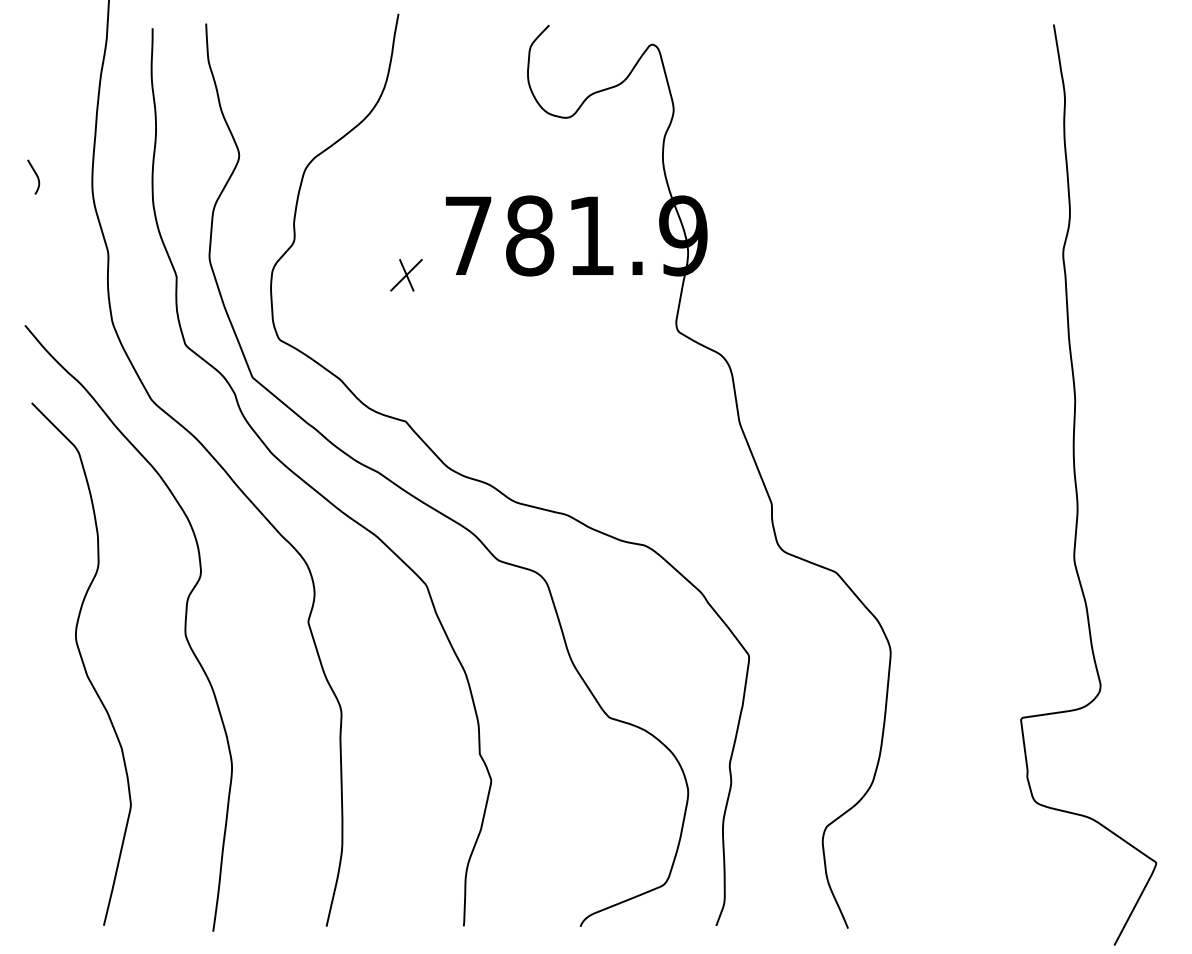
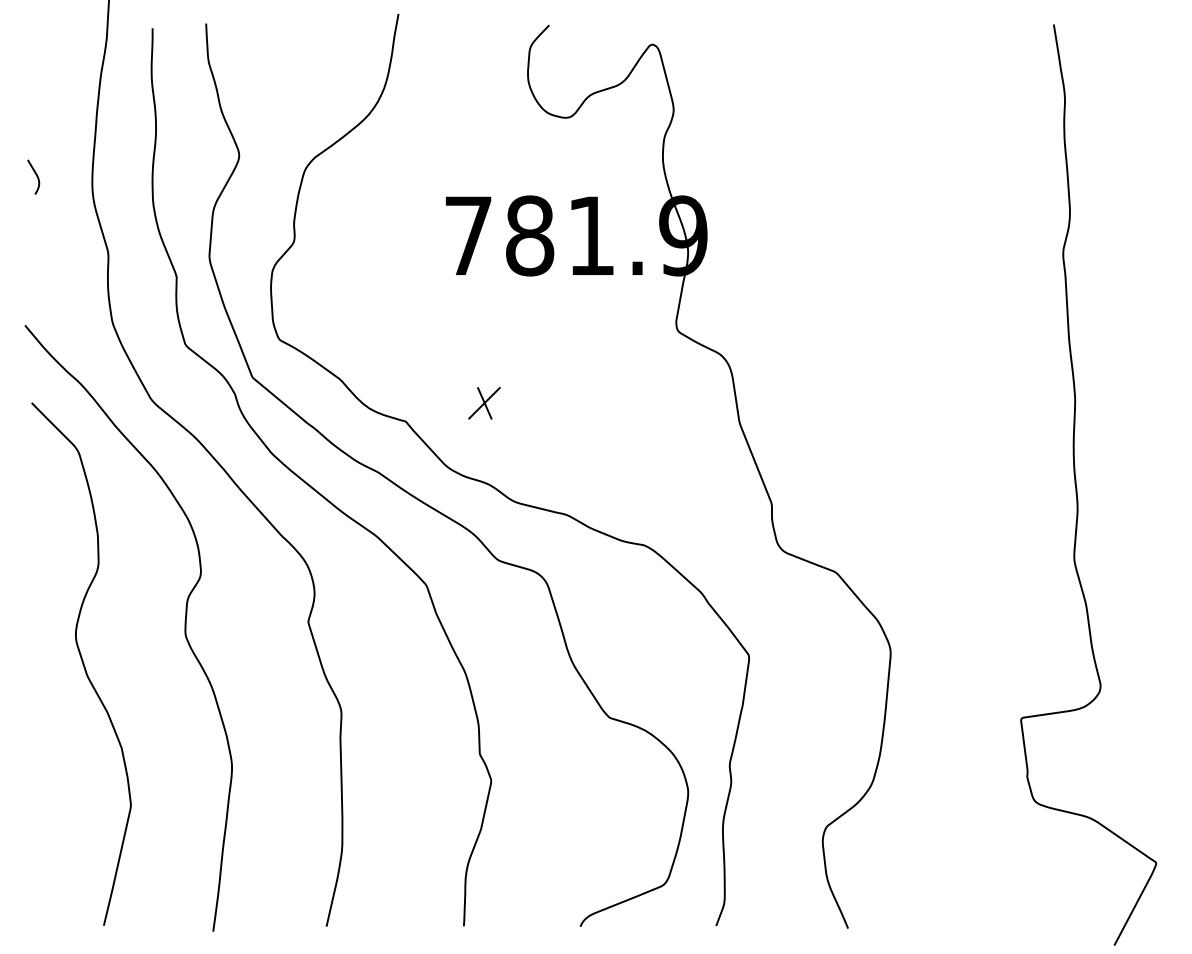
part at (406, 275) position: (406, 275) -> (484, 403)
